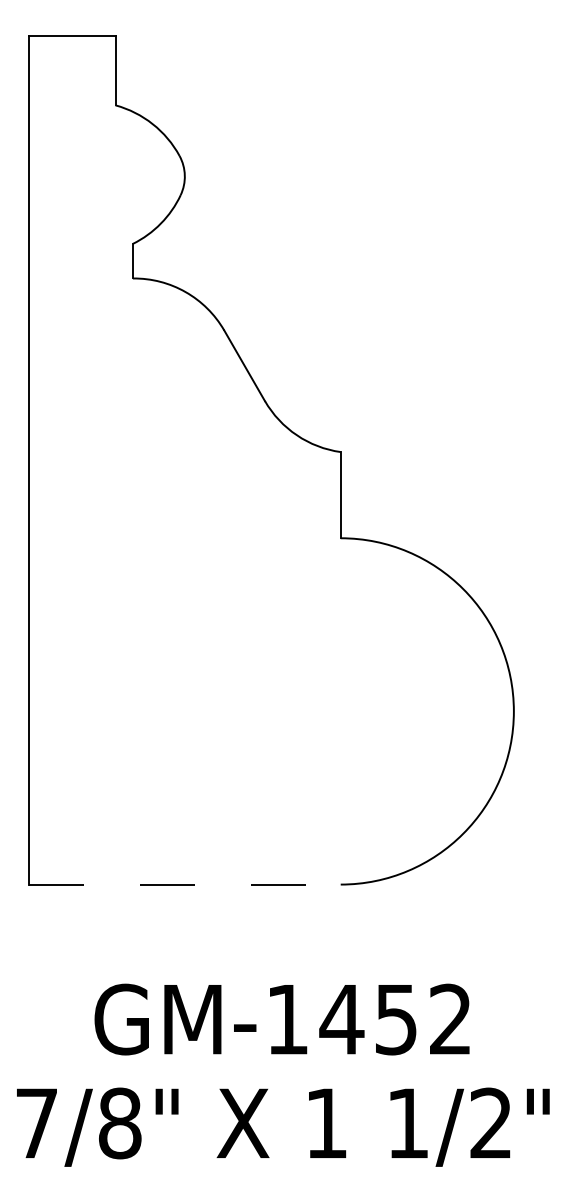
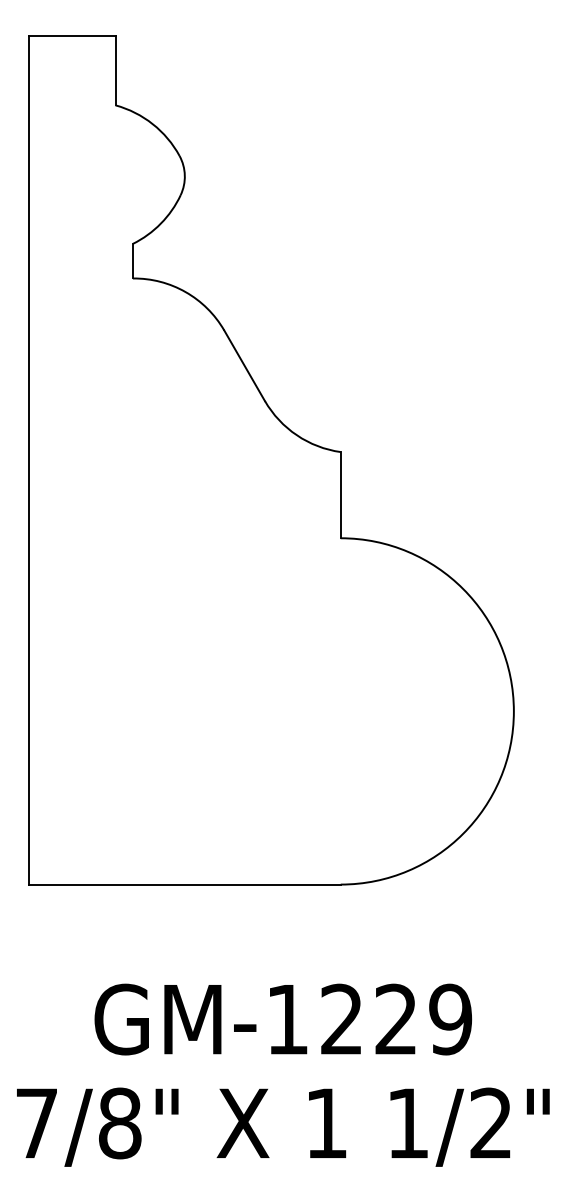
line at (184, 884): dashed -> solid
text at (395, 1019): GM-1452 -> GM-1229
